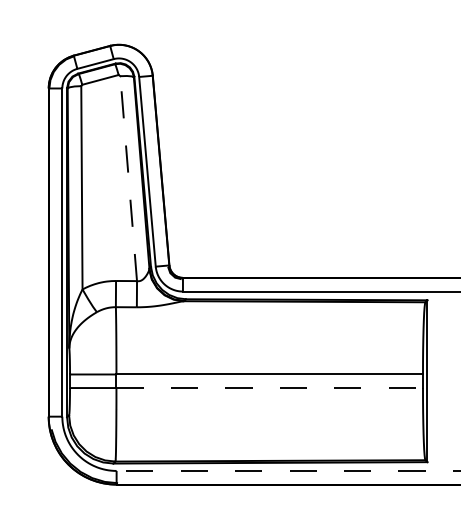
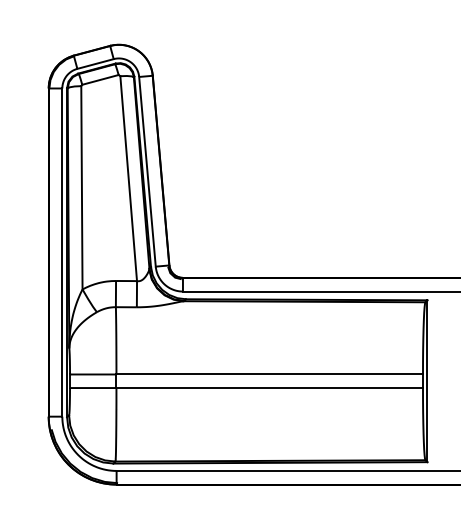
line at (128, 178): dashed -> solid
line at (270, 388): dashed -> solid
line at (288, 470): dashed -> solid
